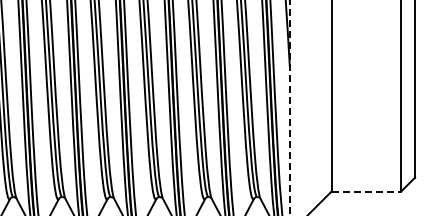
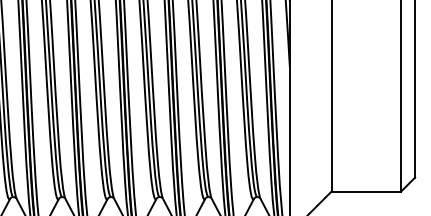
line at (289, 108): dashed -> solid
line at (366, 191): dashed -> solid
